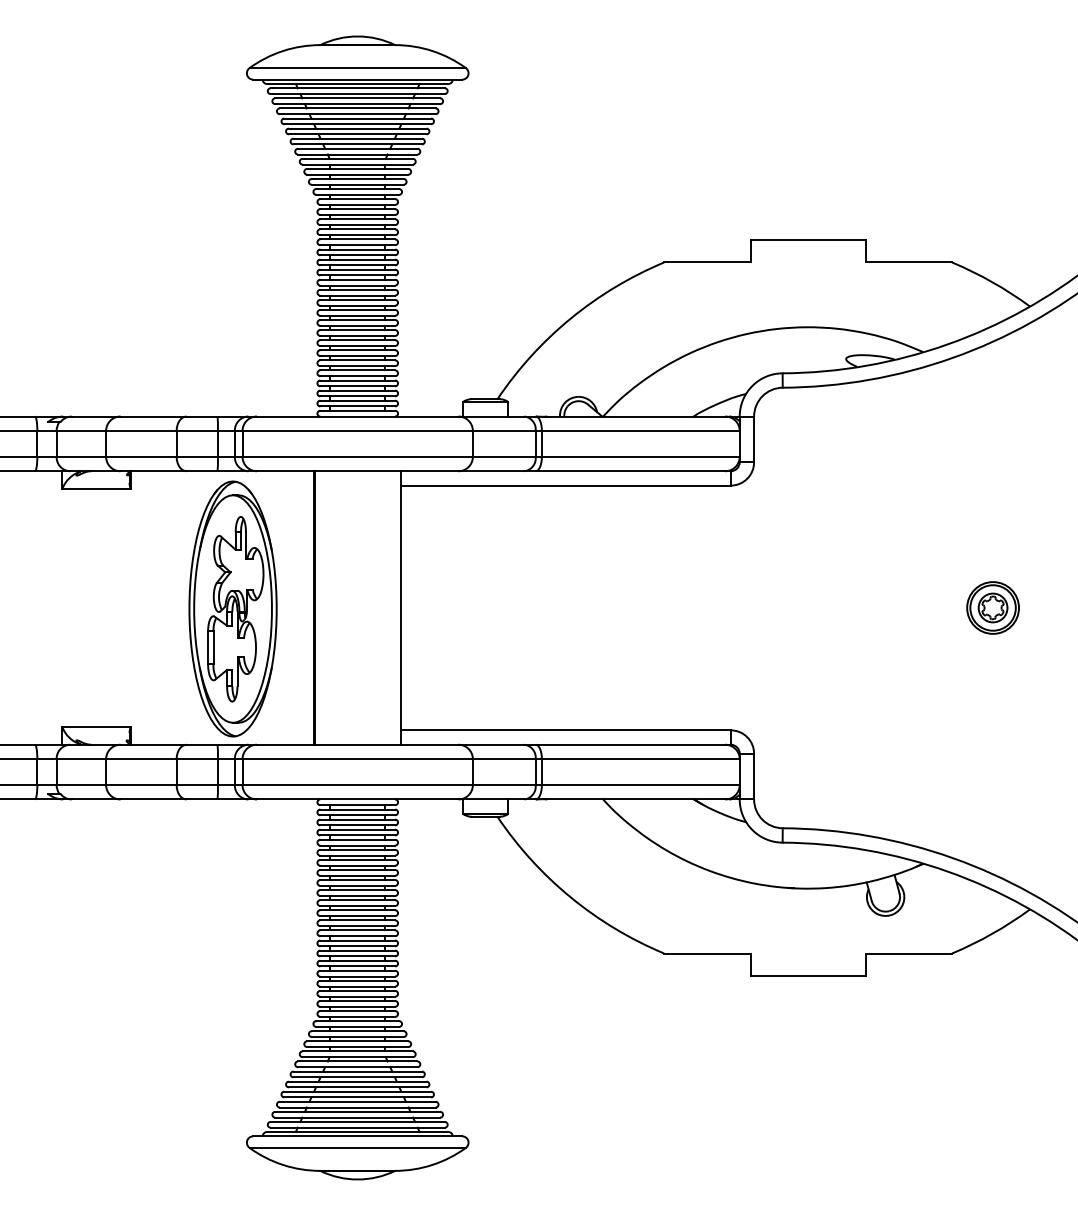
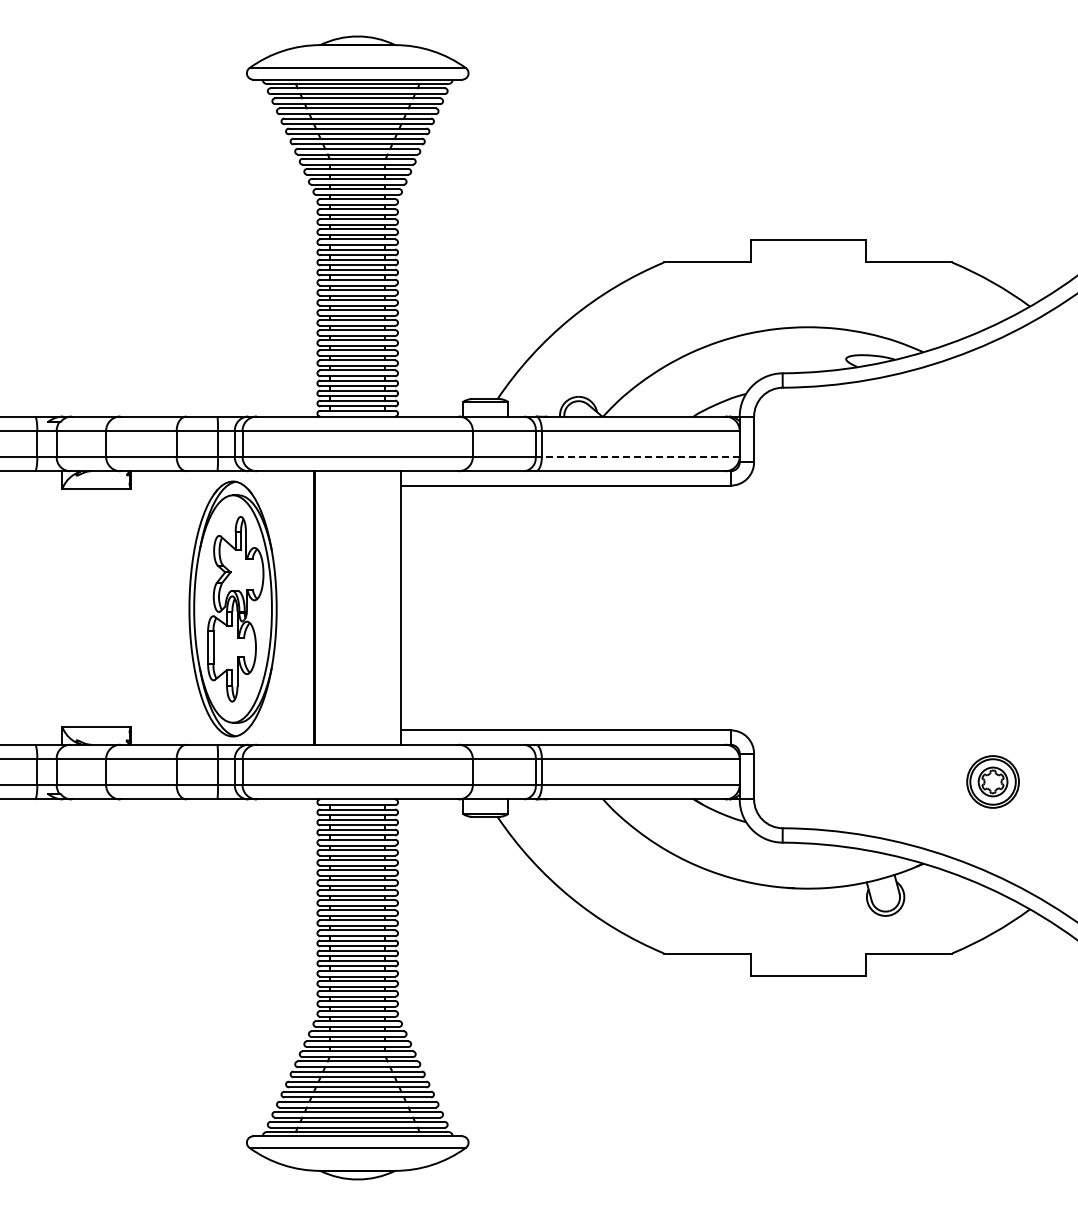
line at (640, 456): solid -> dashed
part at (992, 607) position: (992, 607) -> (992, 781)
